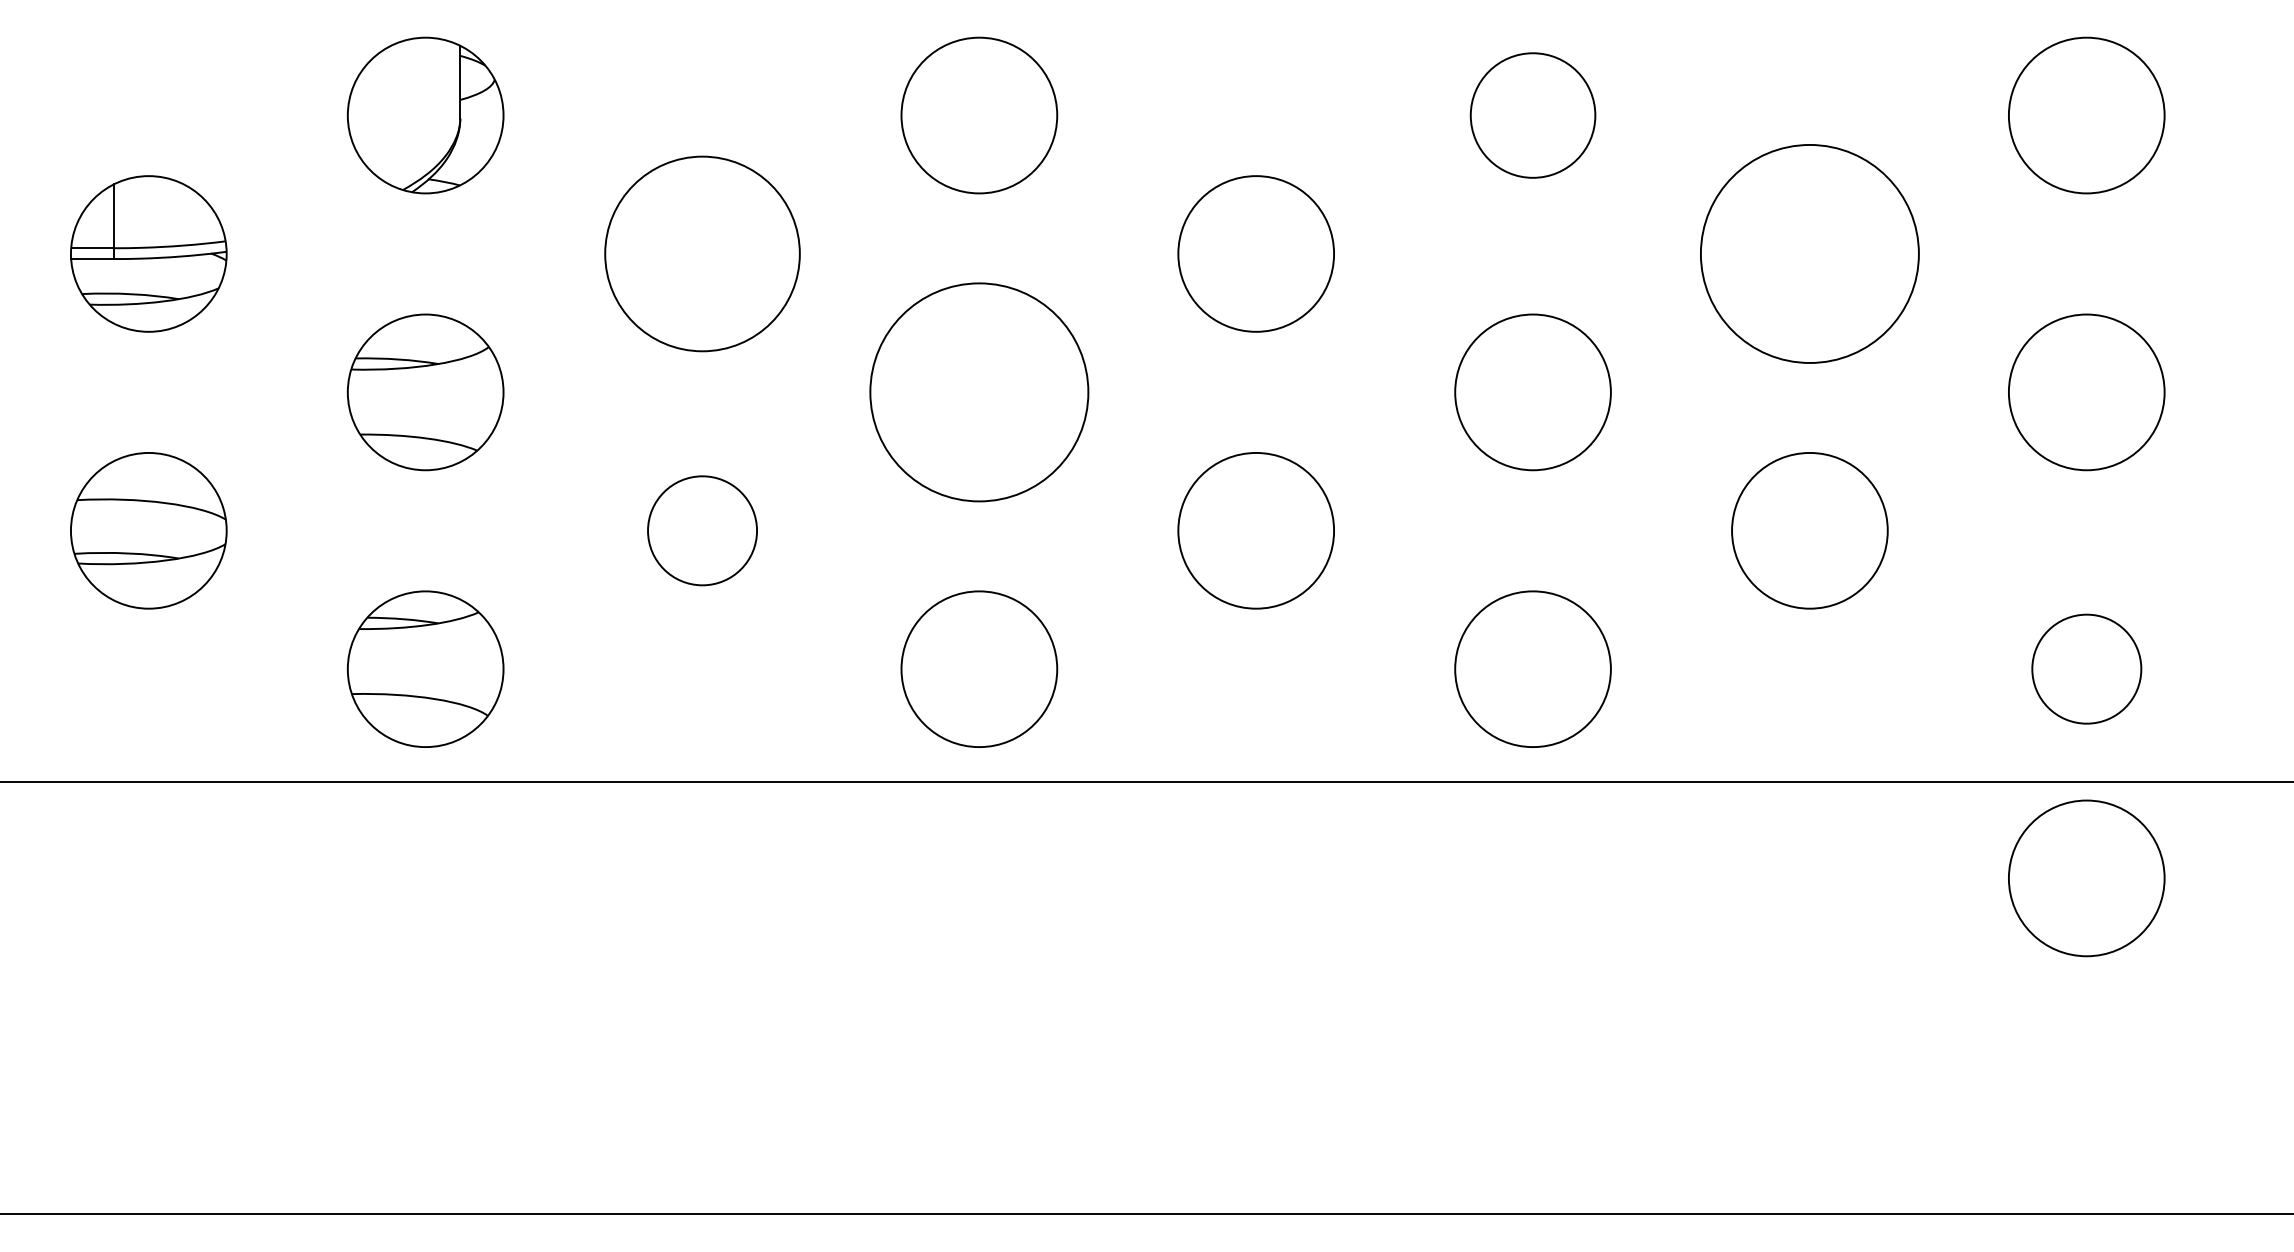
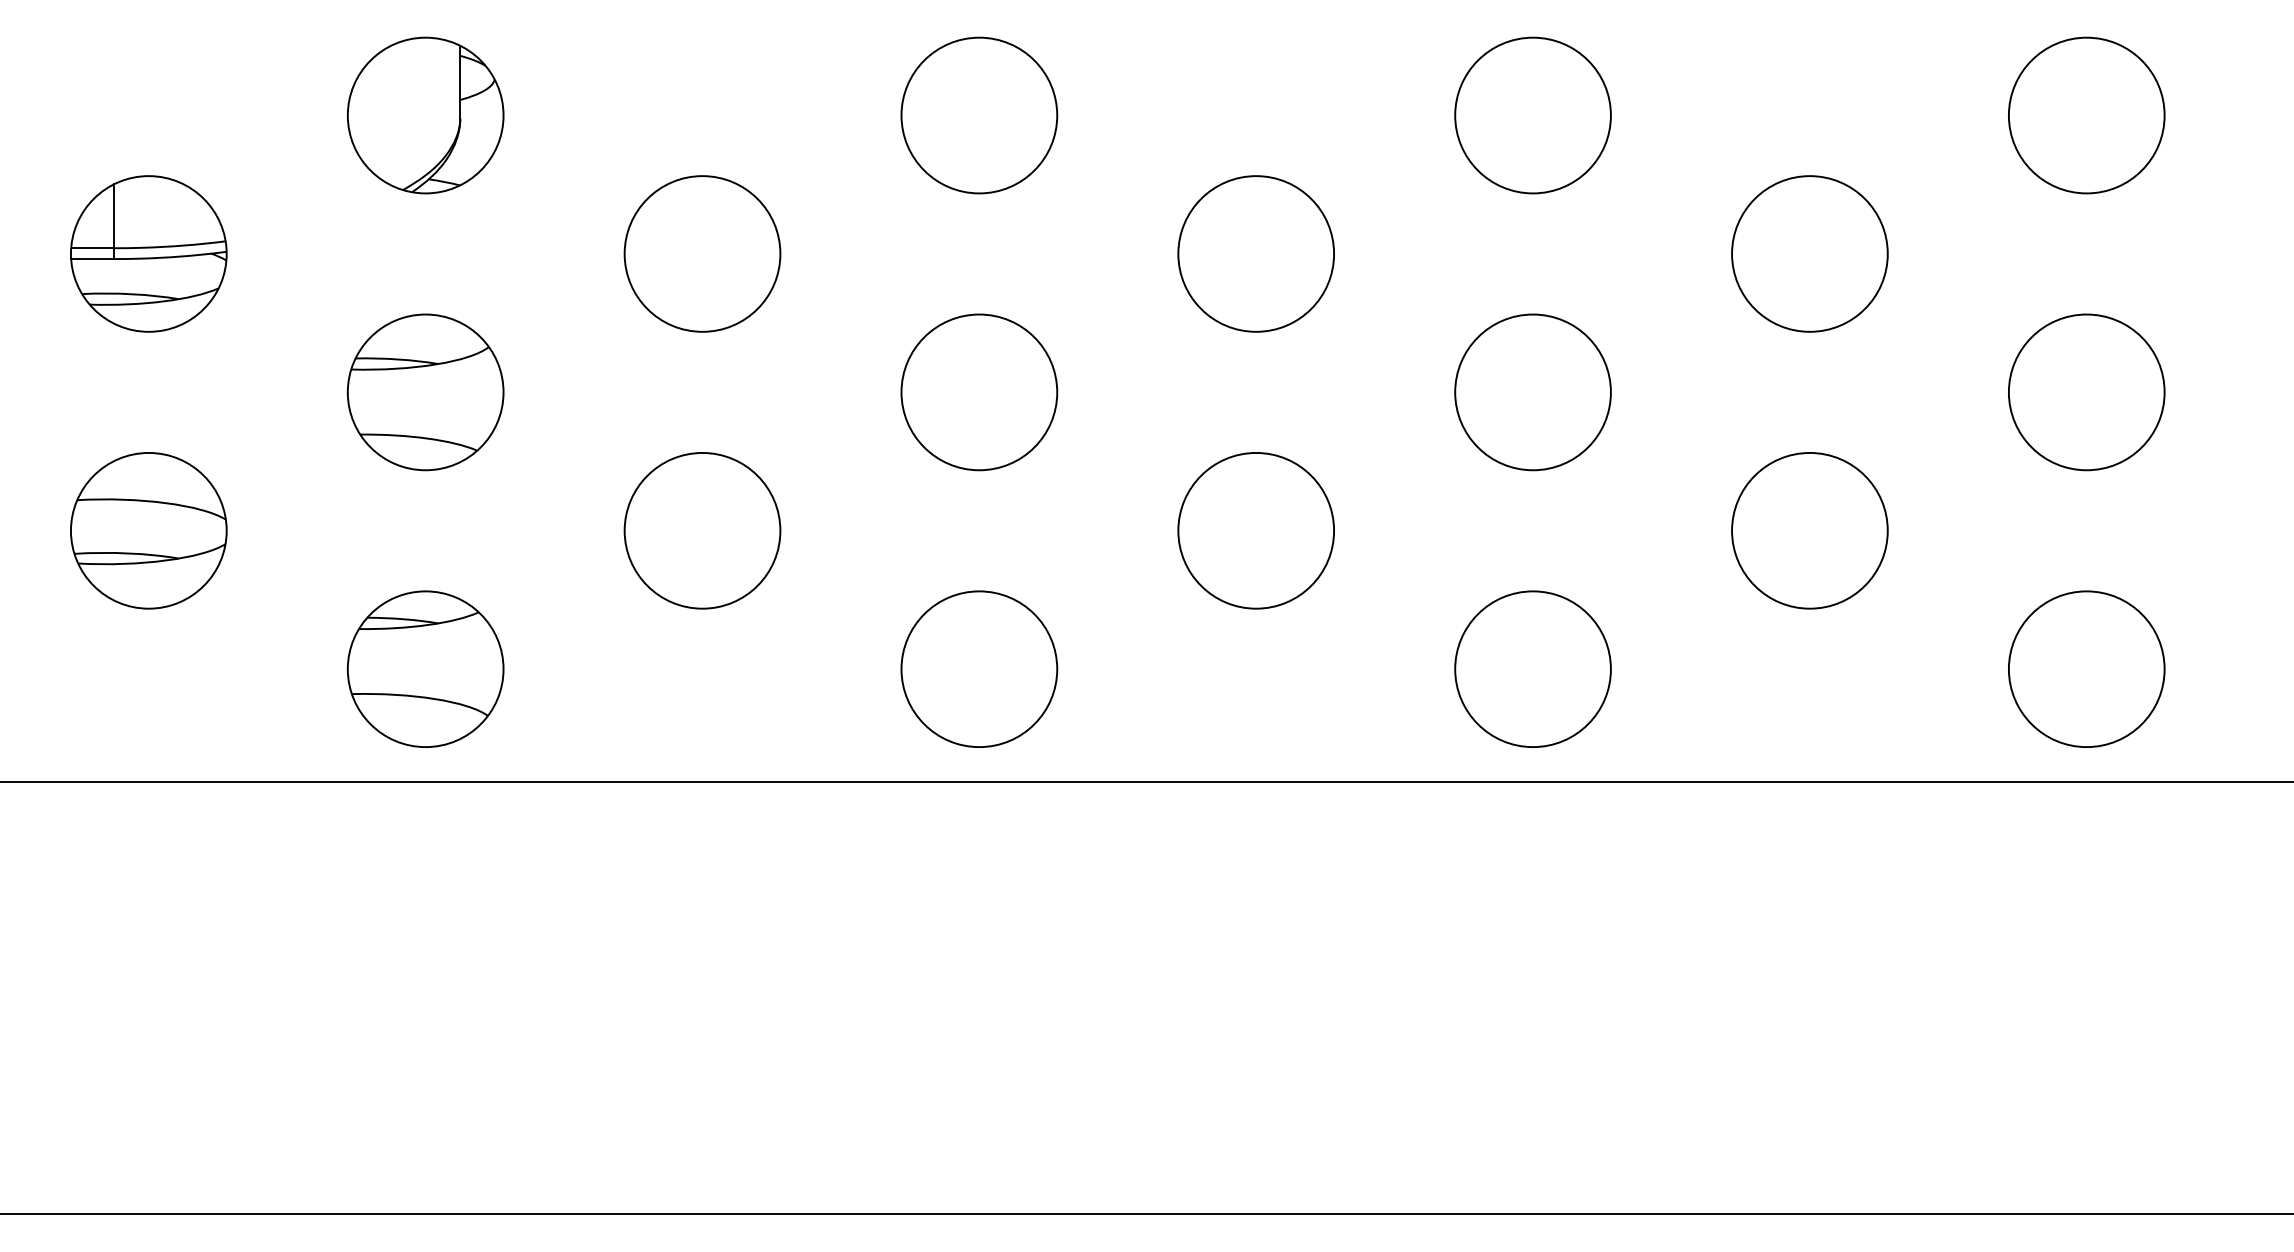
circle at (1532, 115) diameter: 125 px -> 156 px
circle at (702, 253) size: 197x198 px -> 159x158 px
circle at (1809, 253) diameter: 218 px -> 156 px
circle at (979, 392) diameter: 218 px -> 156 px
circle at (702, 530) diameter: 109 px -> 156 px
circle at (2086, 668) size: 112x112 px -> 158x158 px
circle at (2086, 878): present -> none
